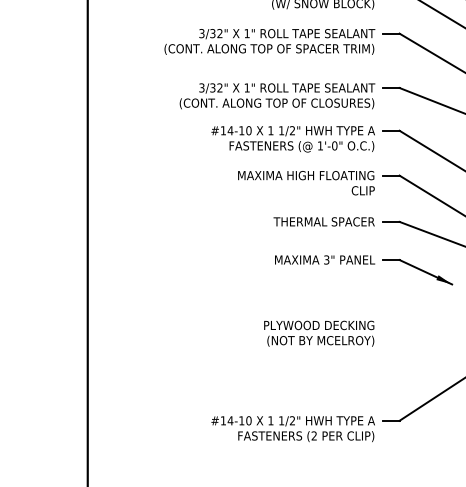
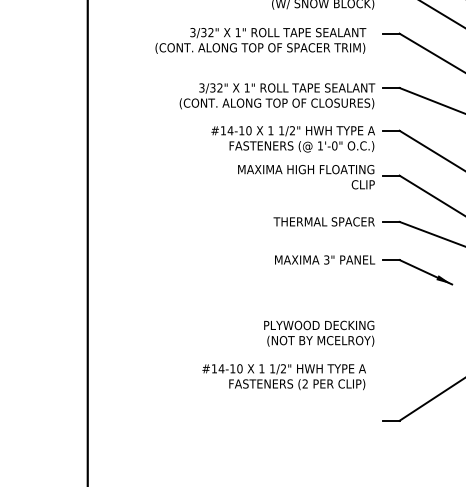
text at (269, 41) position: (269, 41) -> (260, 40)
text at (306, 183) position: (306, 183) -> (306, 177)
text at (292, 429) position: (292, 429) -> (283, 377)
